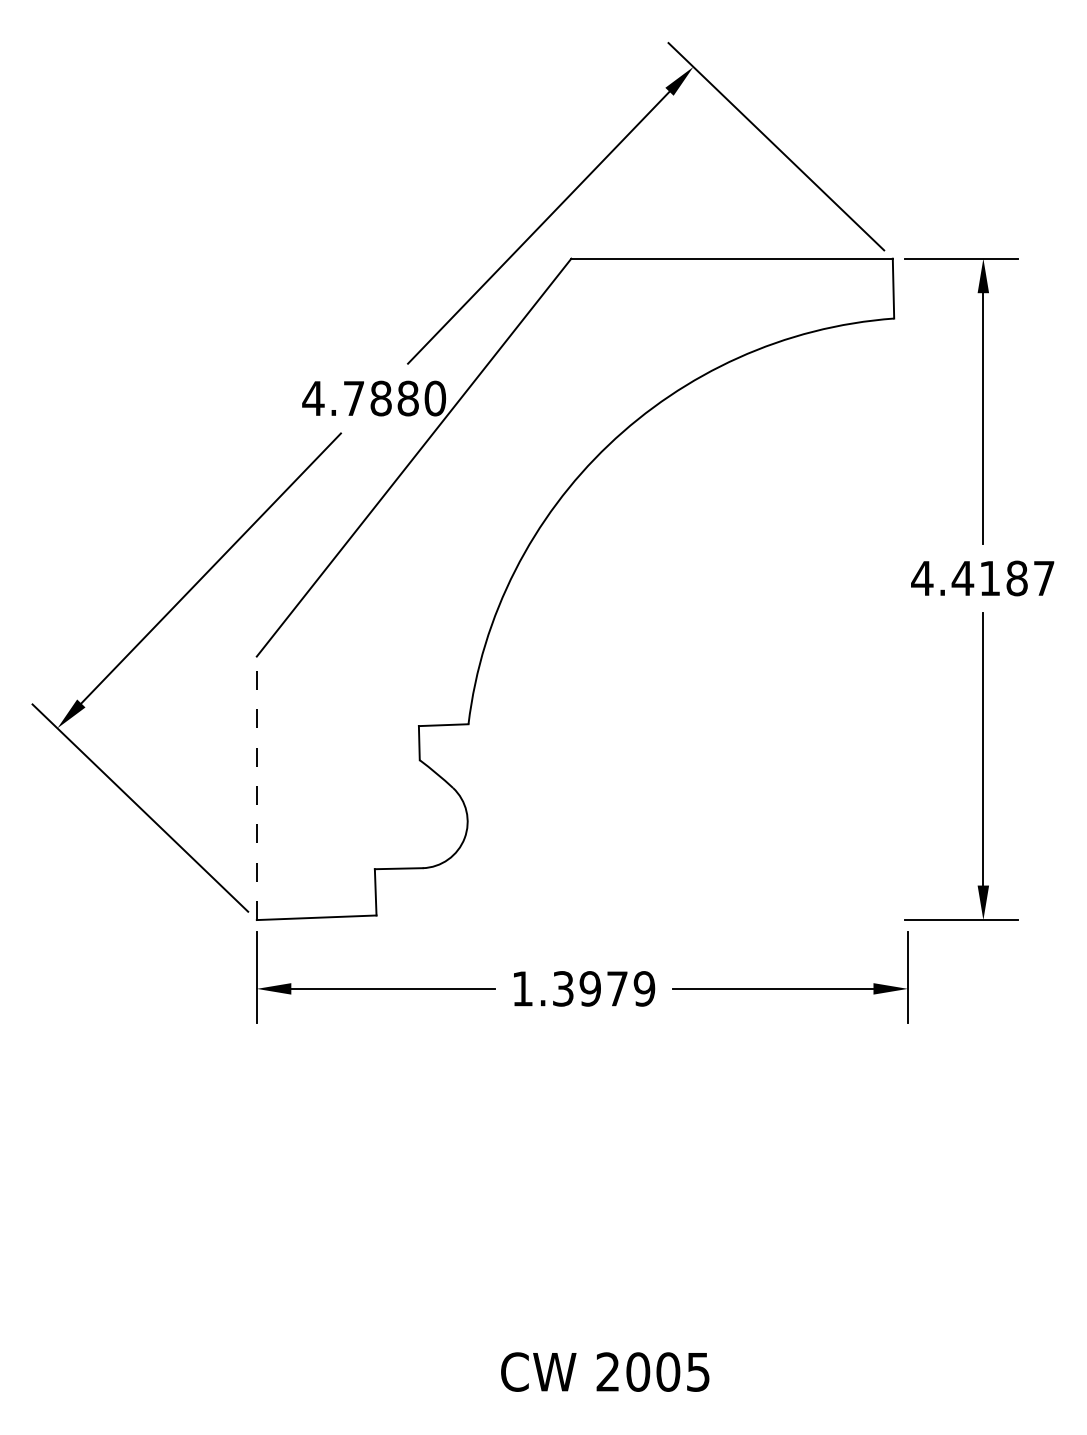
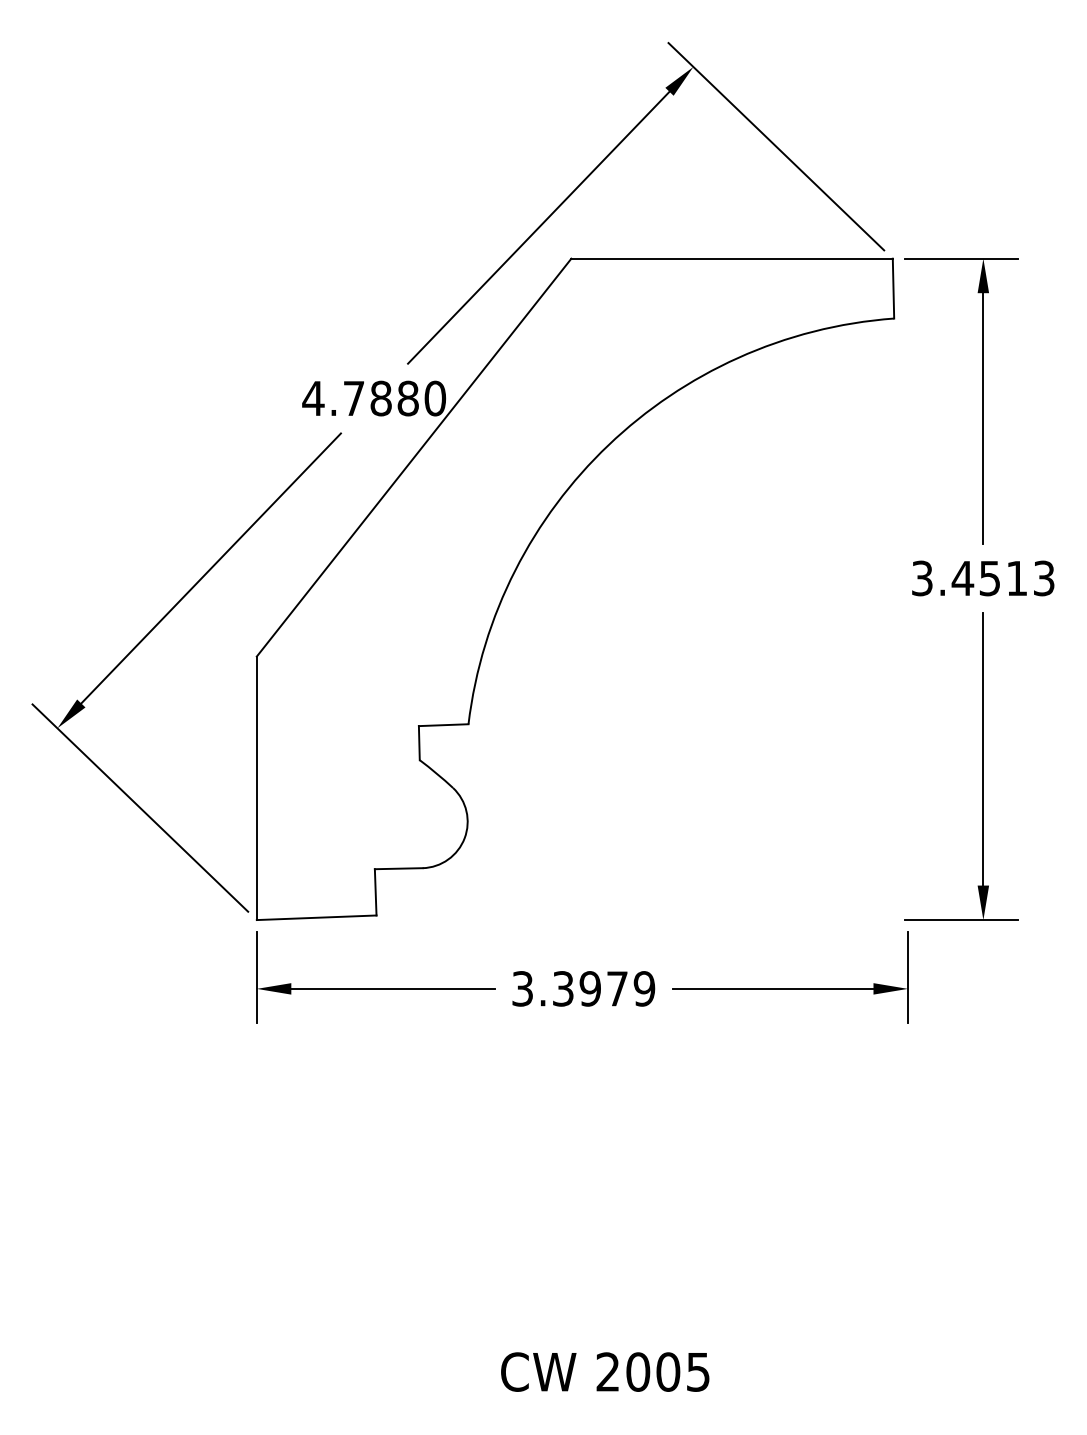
text at (982, 578): 4.4187 -> 3.4513
line at (256, 788): dashed -> solid
text at (522, 988): 1.3979 -> 3.3979
